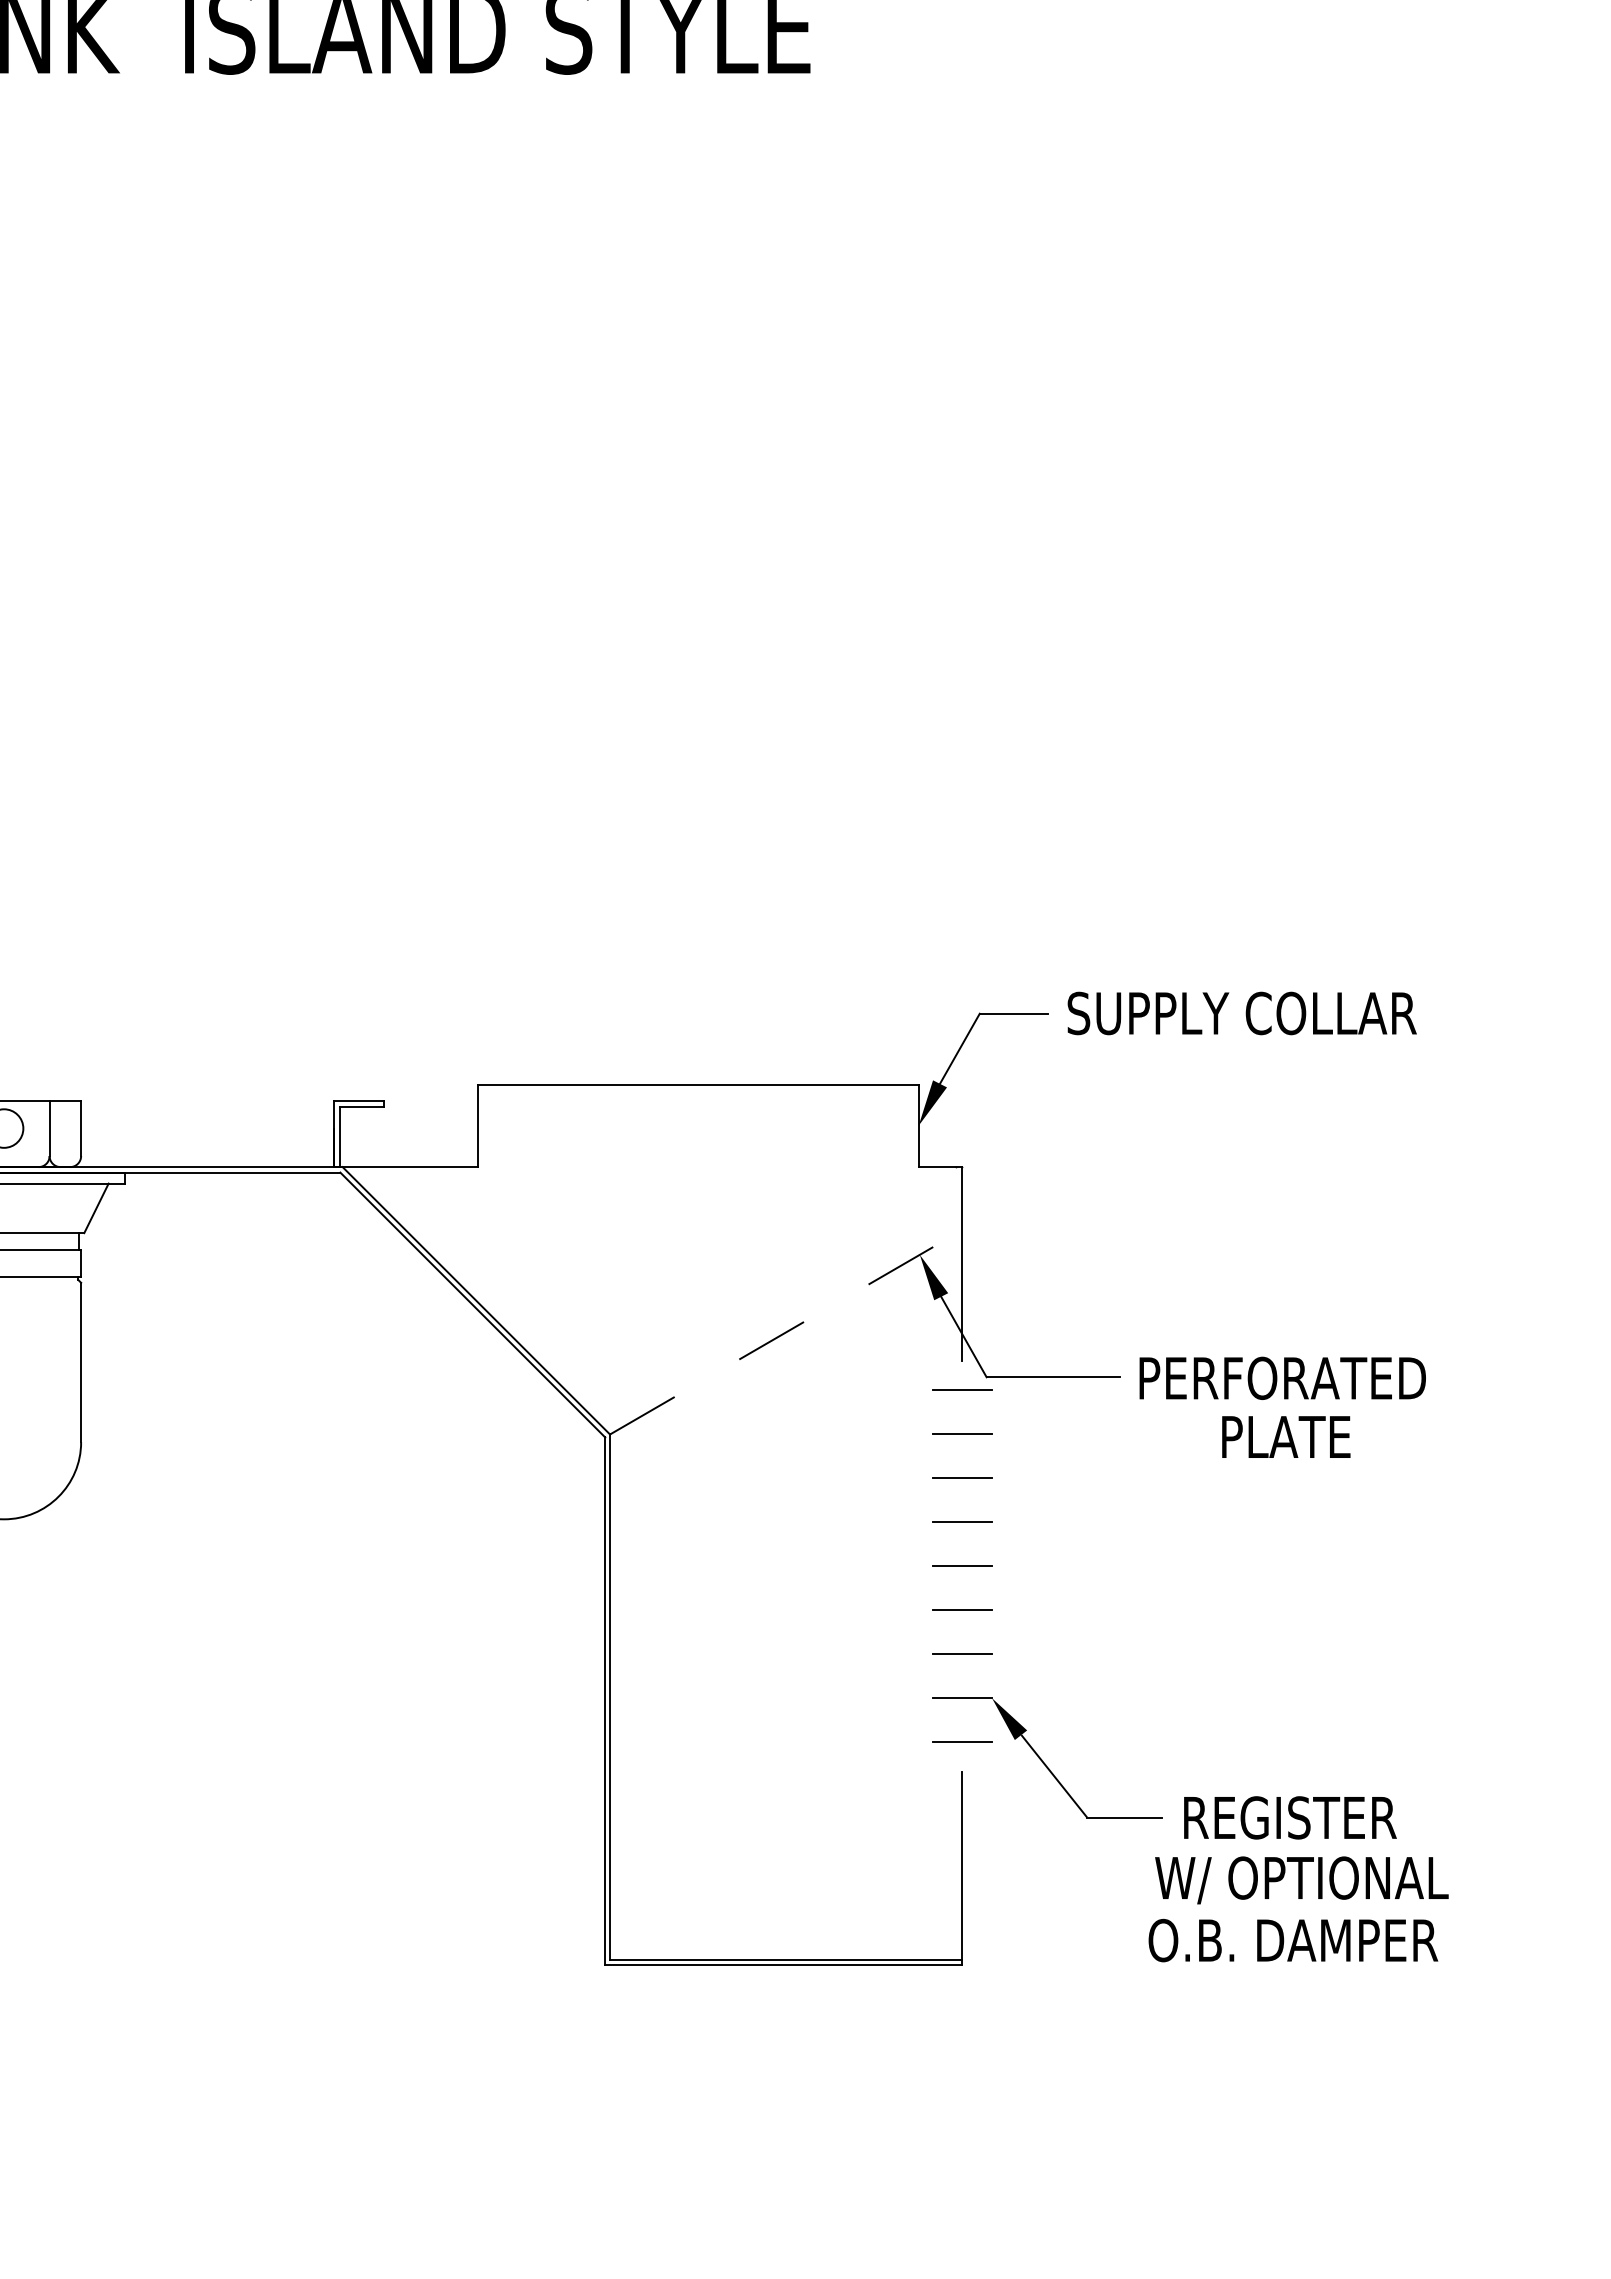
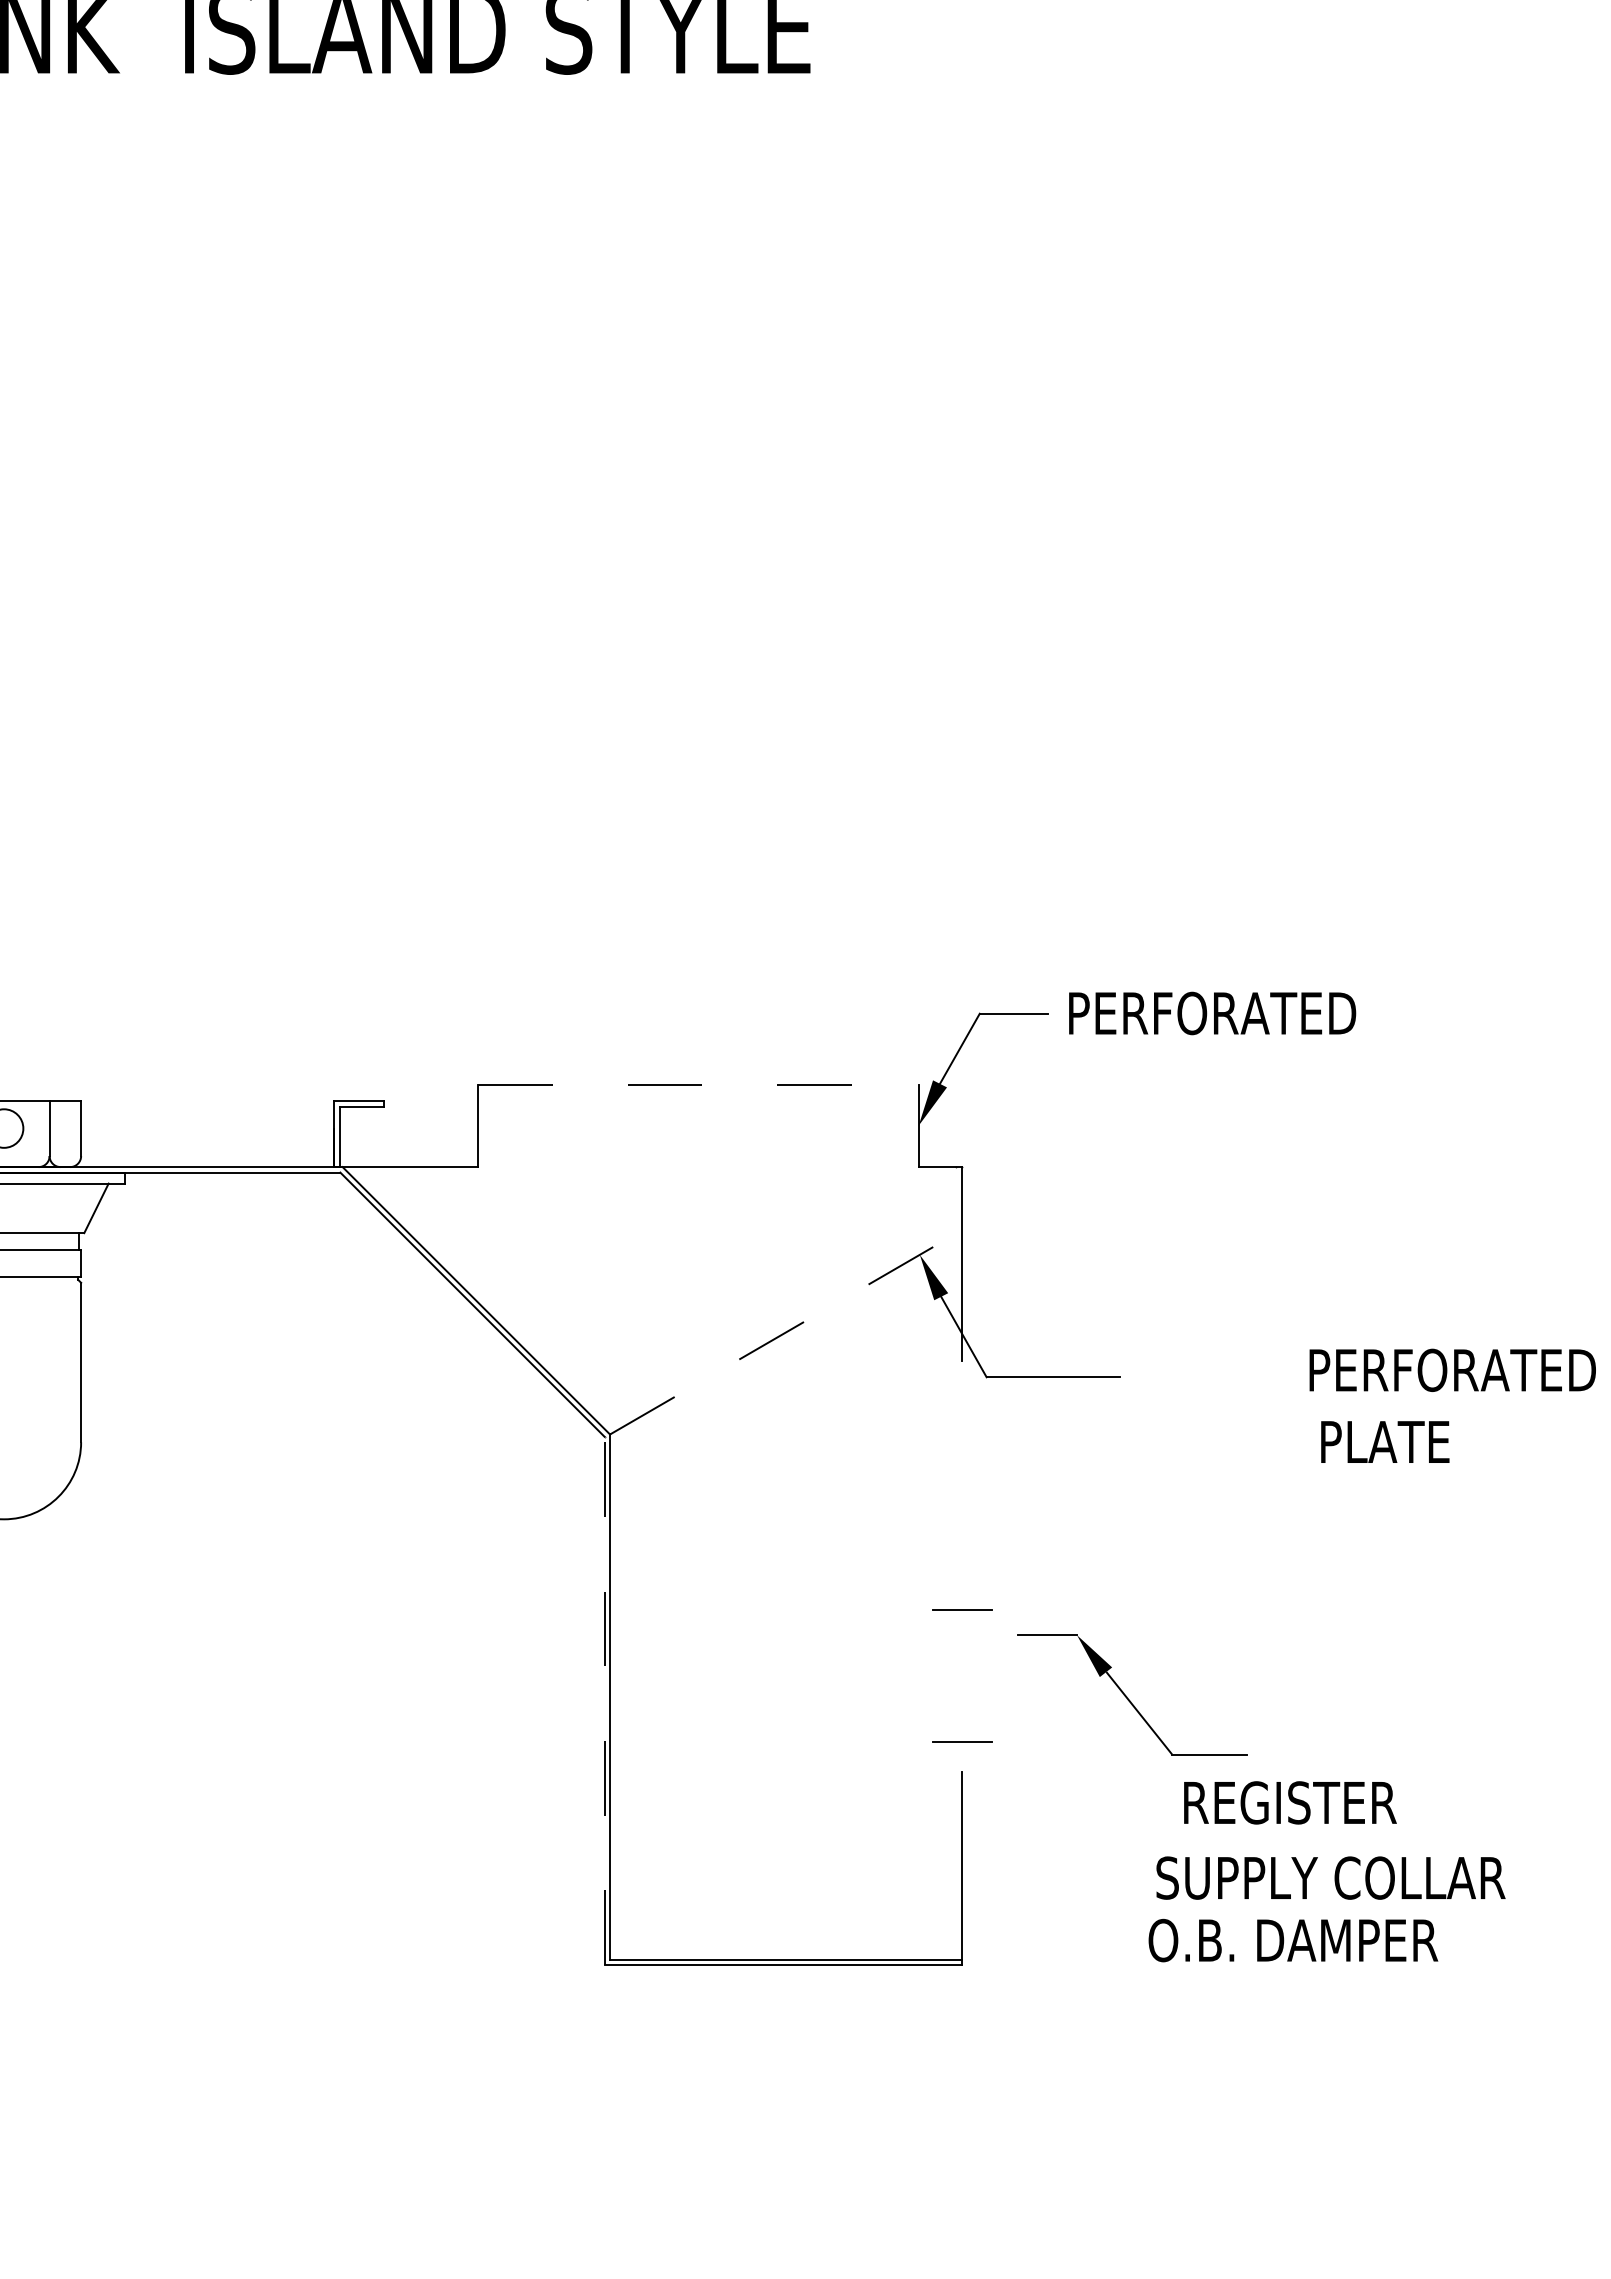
text at (1241, 1013): SUPPLY COLLAR -> PERFORATED
line at (698, 1084): solid -> dashed
text at (1282, 1377) position: (1282, 1377) -> (1452, 1369)
line at (962, 1389): present -> none
line at (962, 1434): present -> none
text at (1286, 1436) position: (1286, 1436) -> (1385, 1441)
line at (962, 1478): present -> none
line at (962, 1522): present -> none
line at (962, 1565): present -> none
line at (962, 1654): present -> none
line at (604, 1700): solid -> dashed
part at (1047, 1757) position: (1047, 1757) -> (1132, 1694)
text at (1290, 1817) position: (1290, 1817) -> (1290, 1802)
text at (1330, 1880): W/ OPTIONAL -> SUPPLY COLLAR
